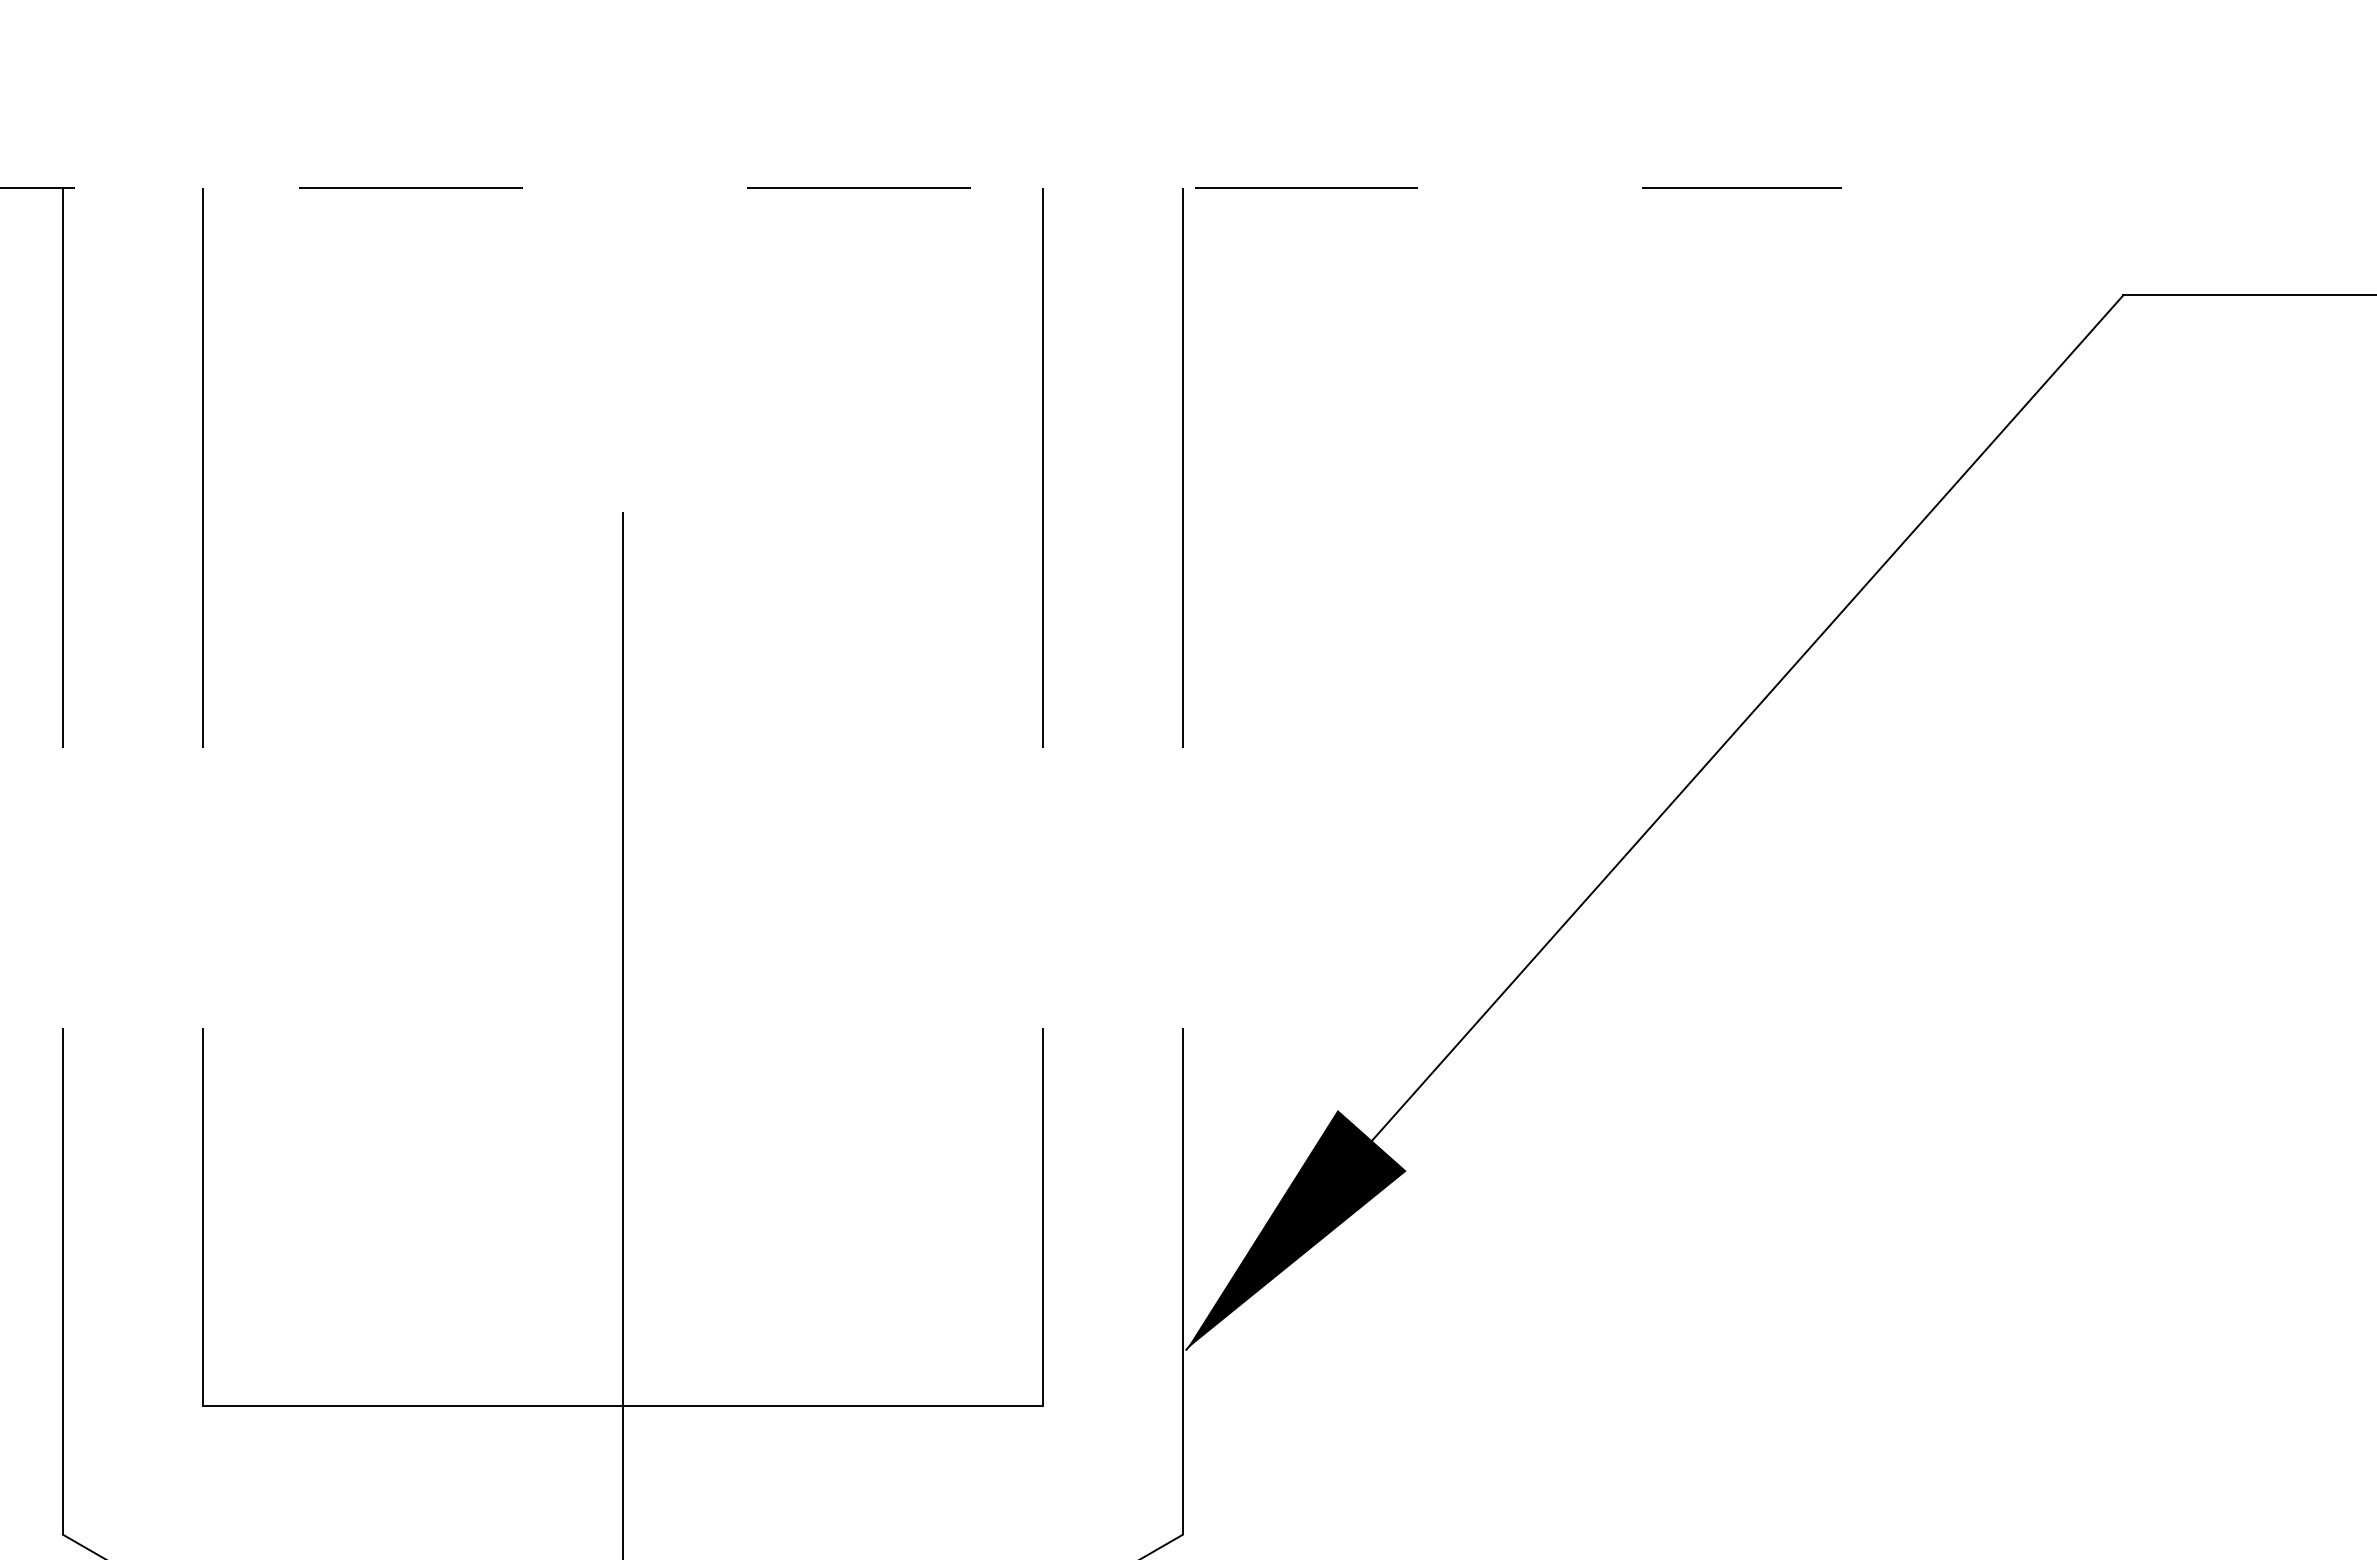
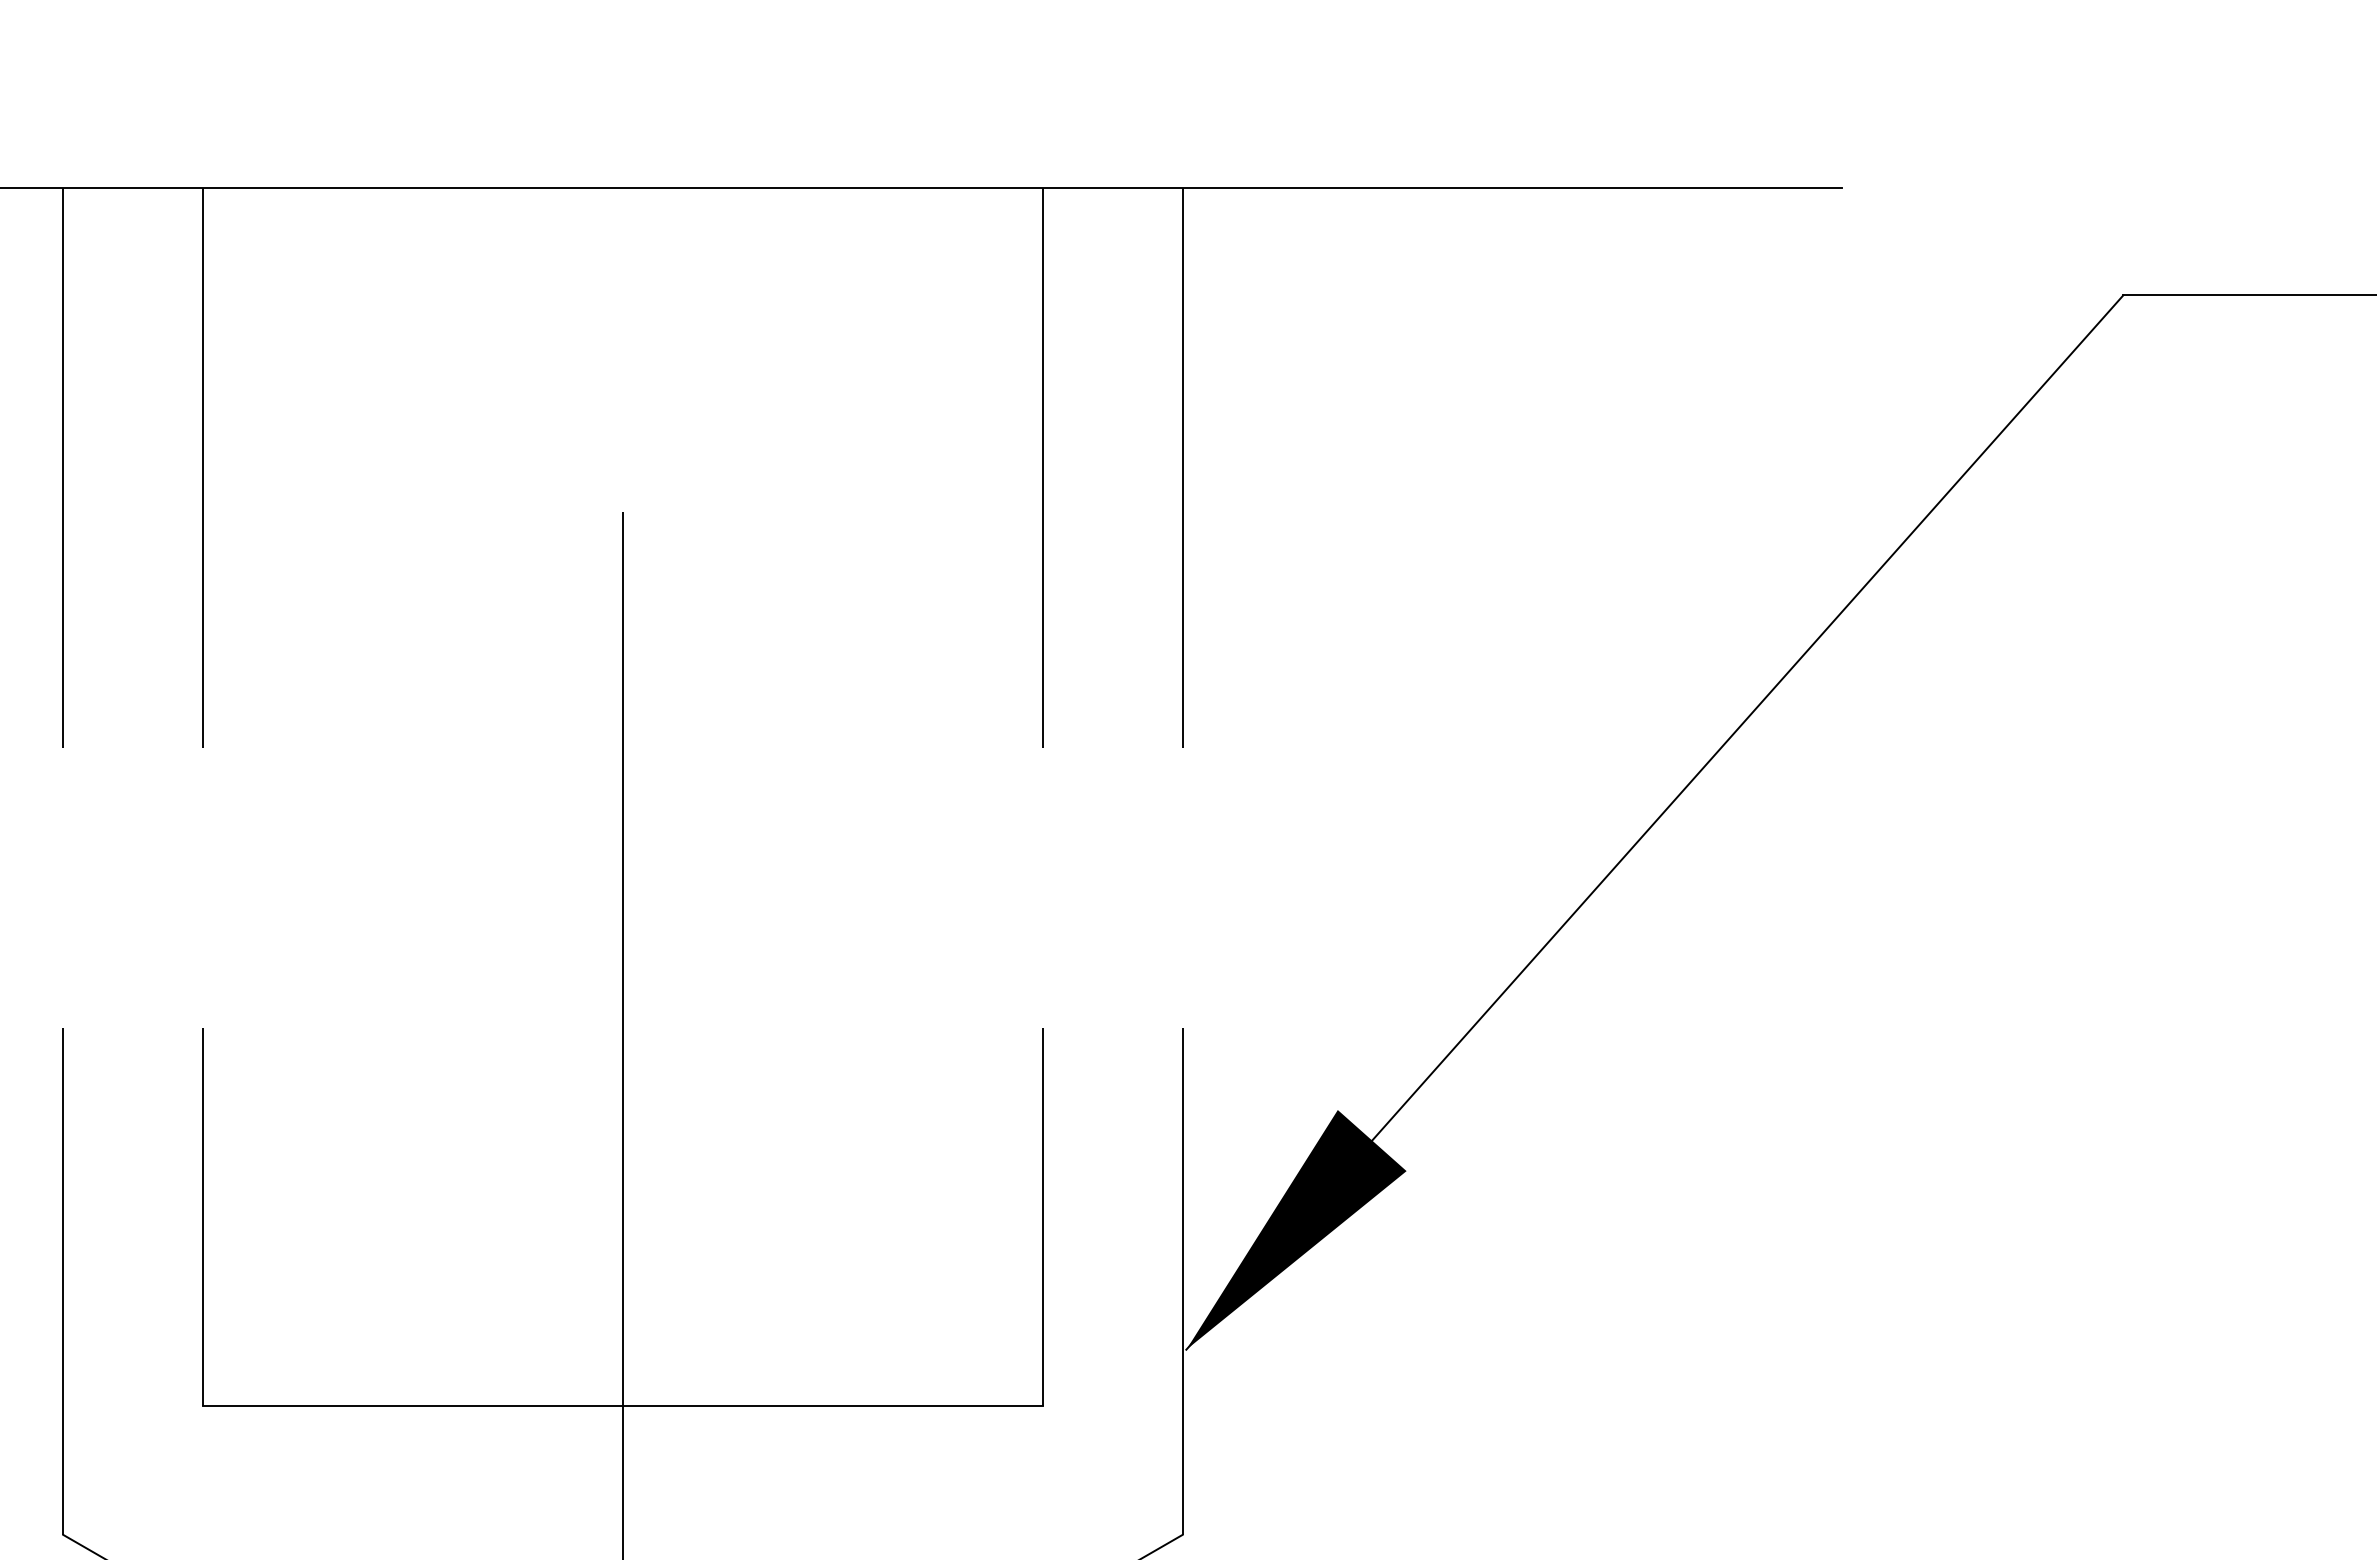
line at (921, 188): dashed -> solid
